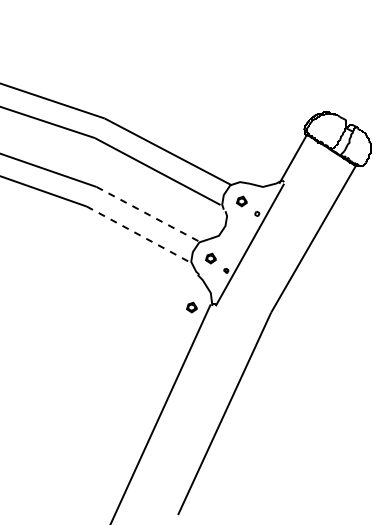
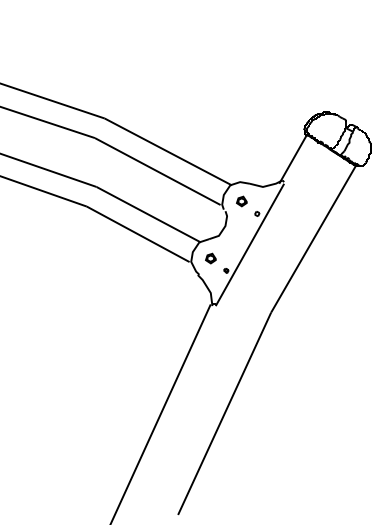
line at (149, 214): dashed -> solid
line at (138, 234): dashed -> solid
part at (191, 307): present -> none
